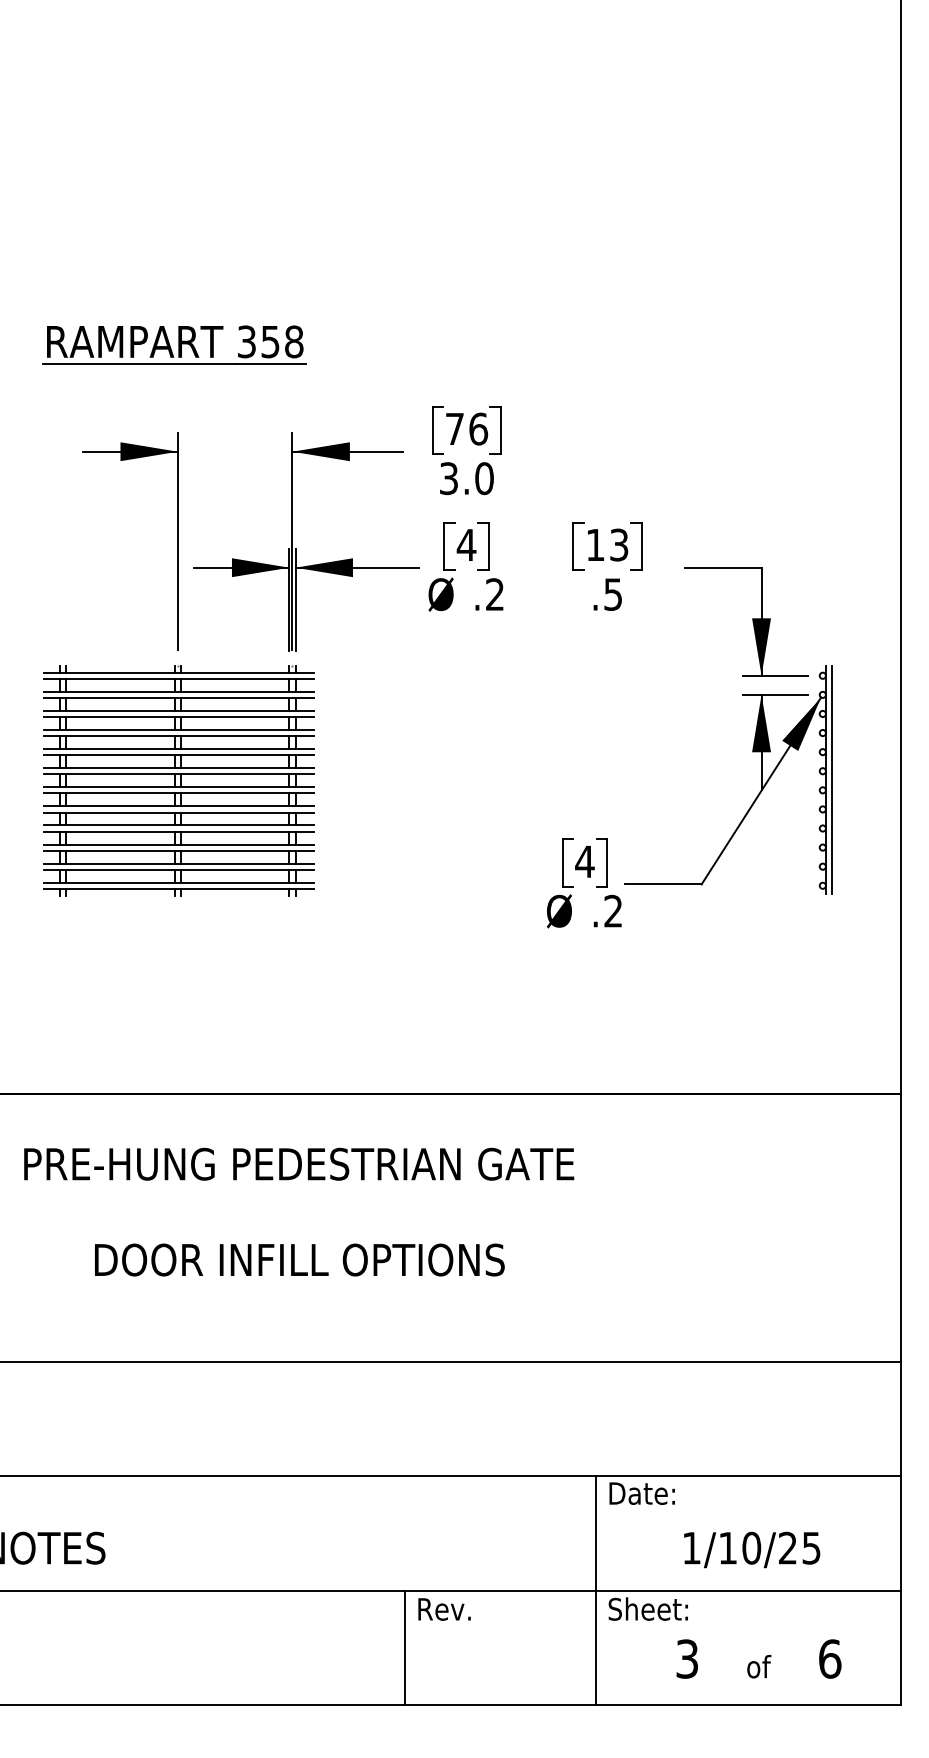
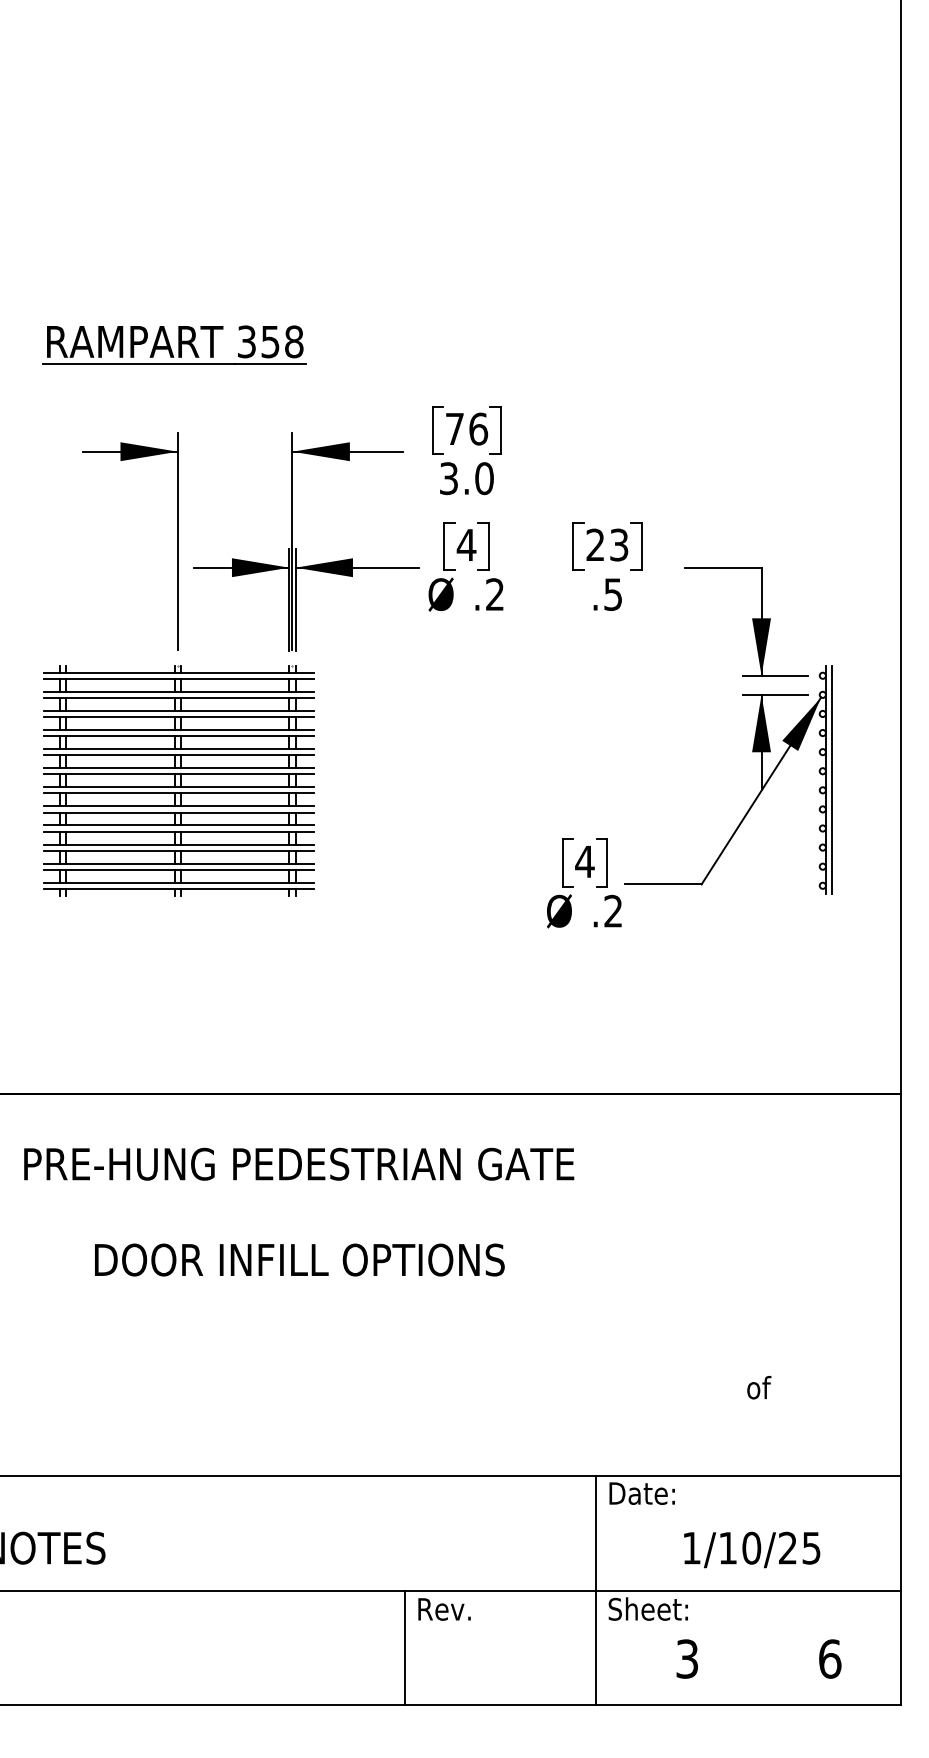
text at (595, 544): 13 -> 23
line at (451, 1361): present -> none
text at (759, 1666) position: (759, 1666) -> (759, 1387)
